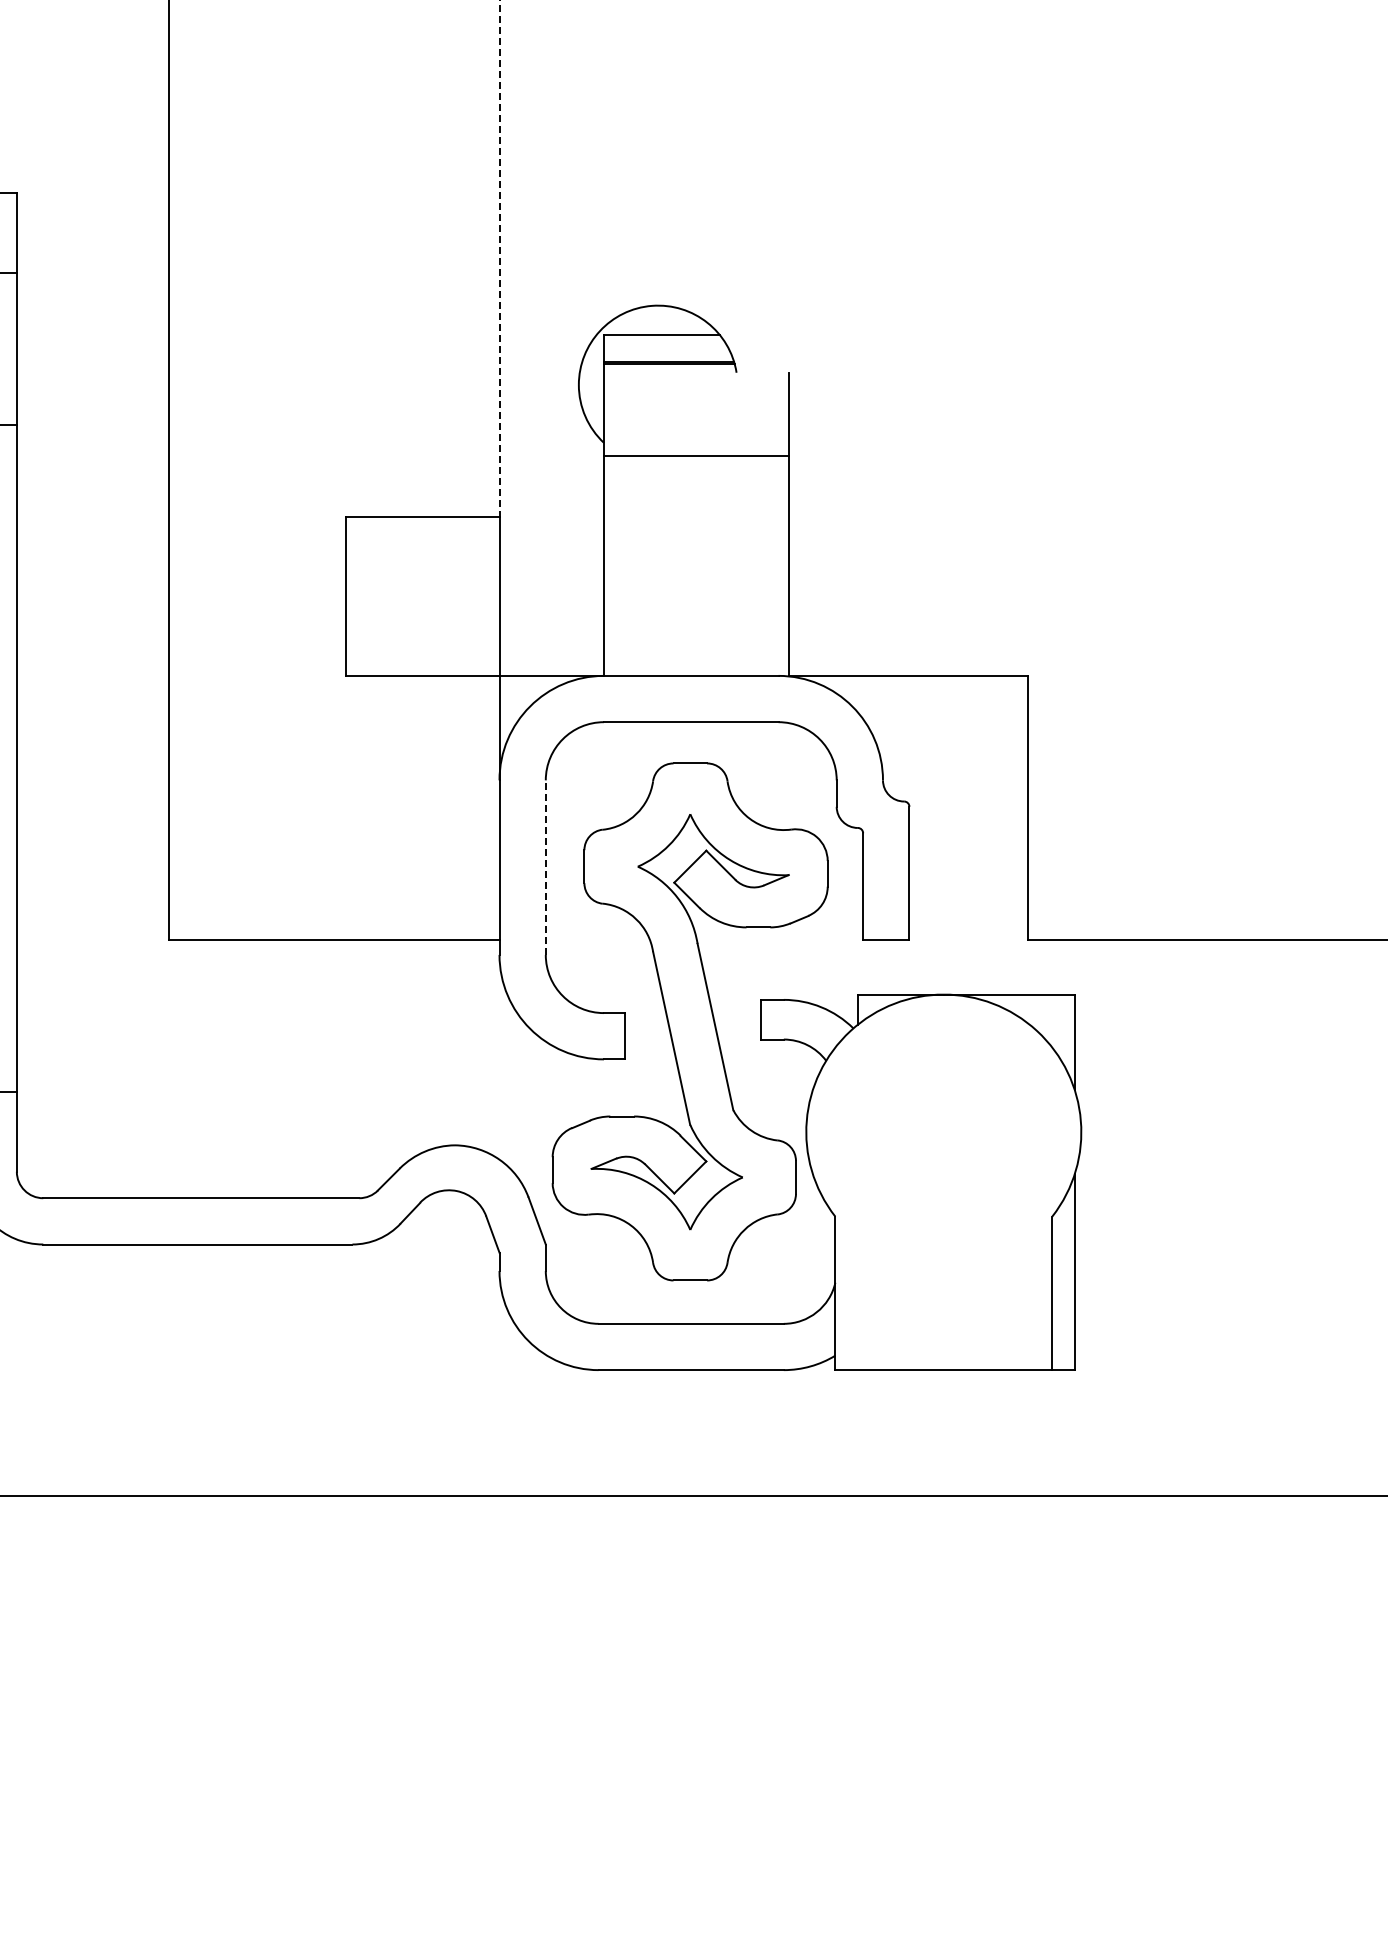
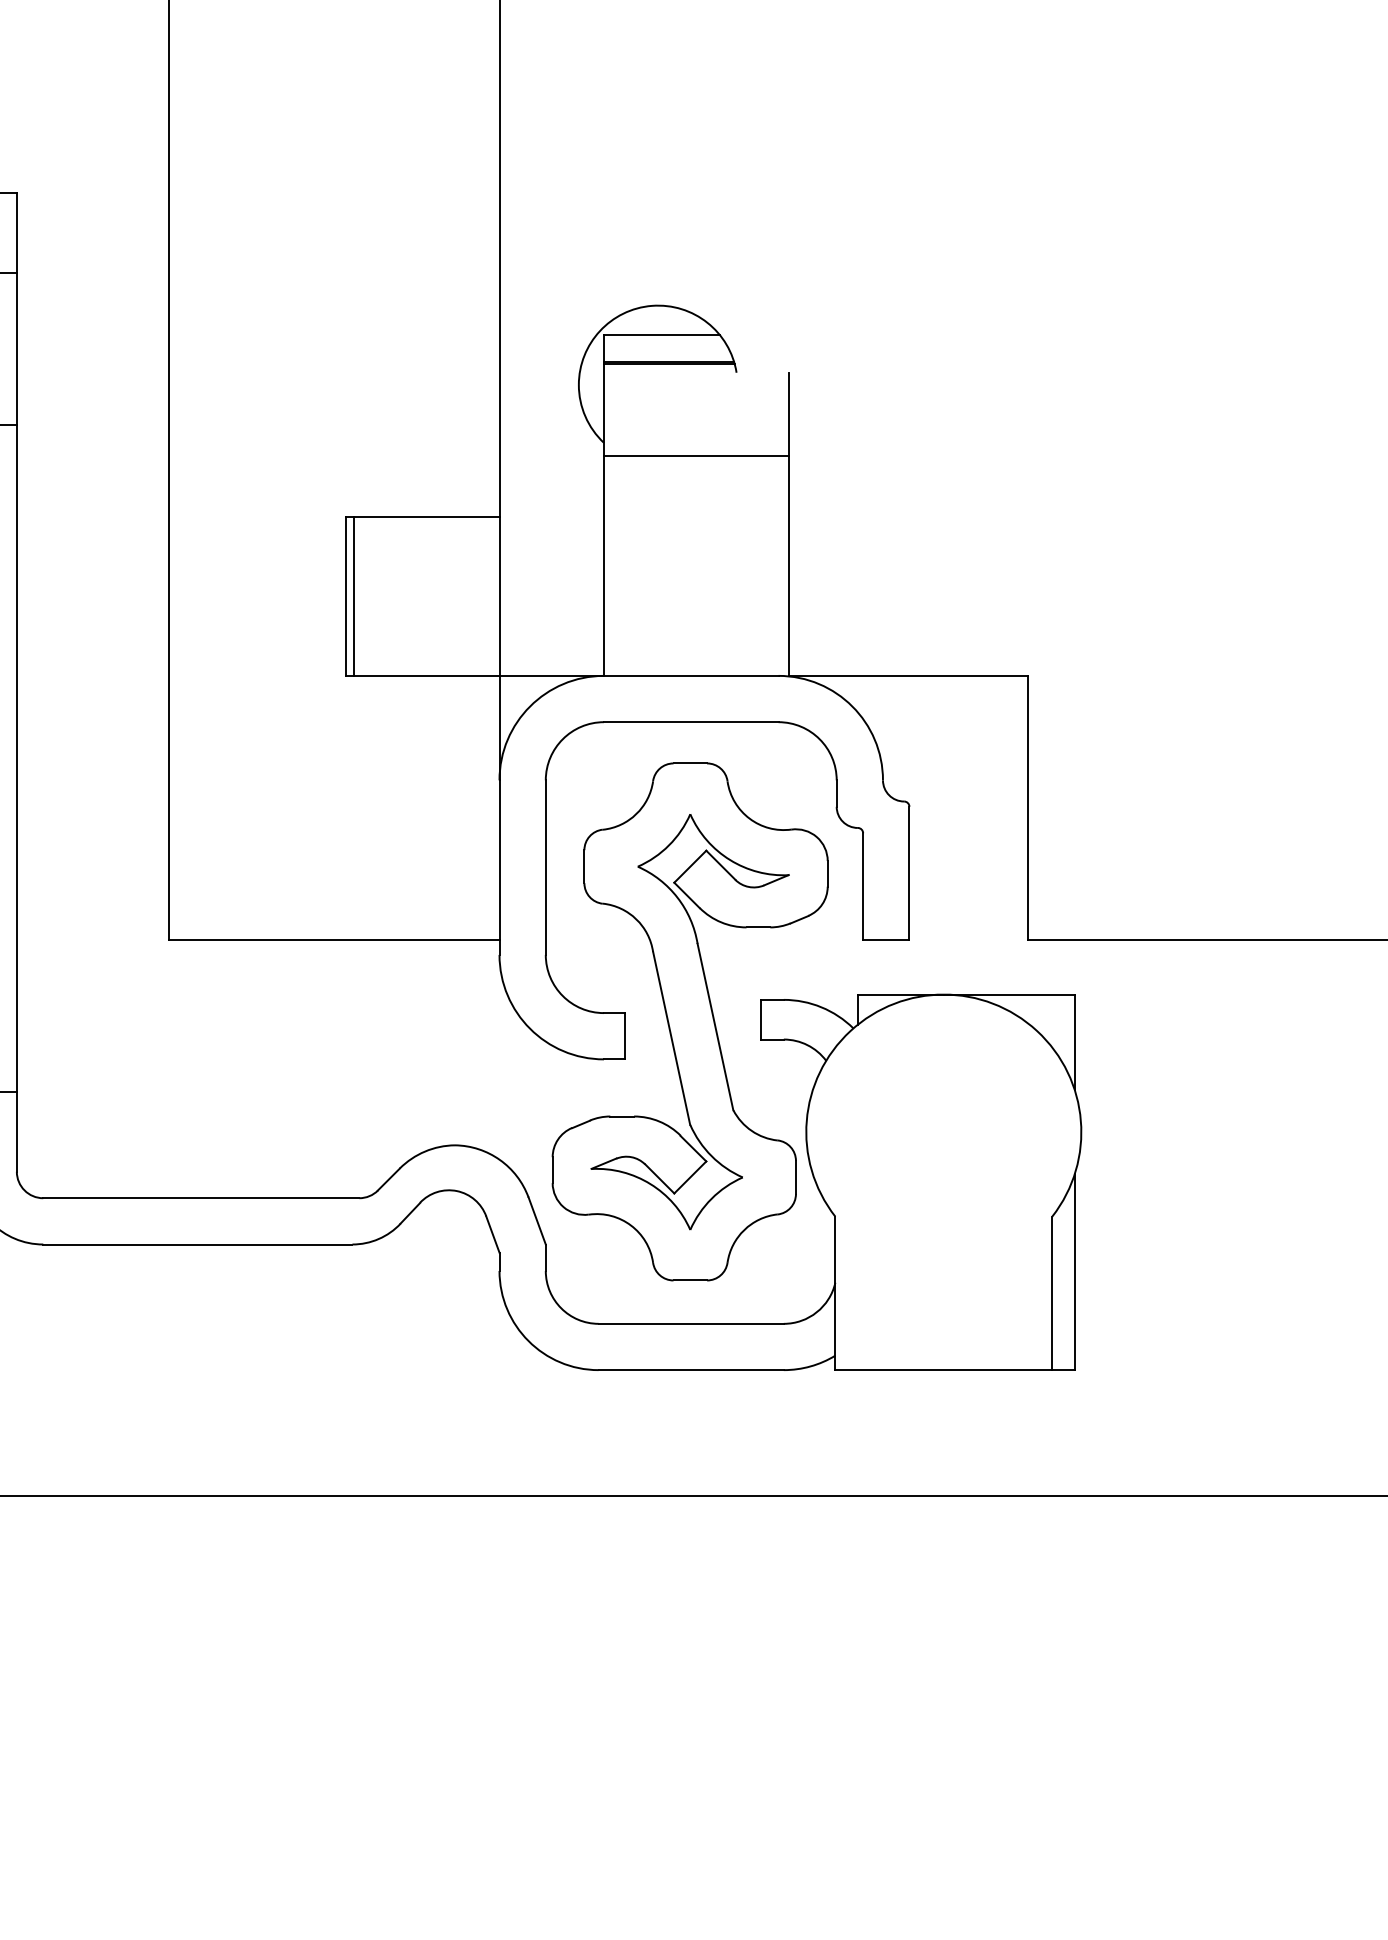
line at (499, 259): dashed -> solid
line at (354, 596): none -> present
line at (545, 867): dashed -> solid
